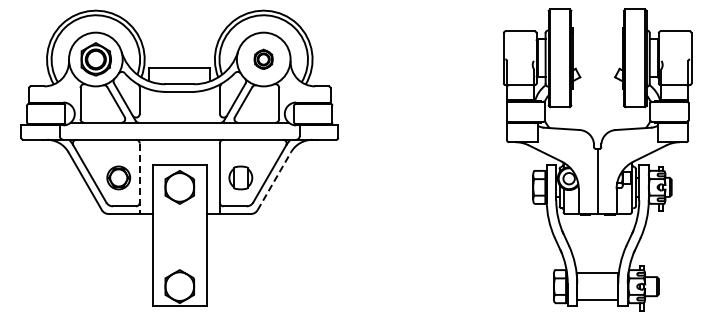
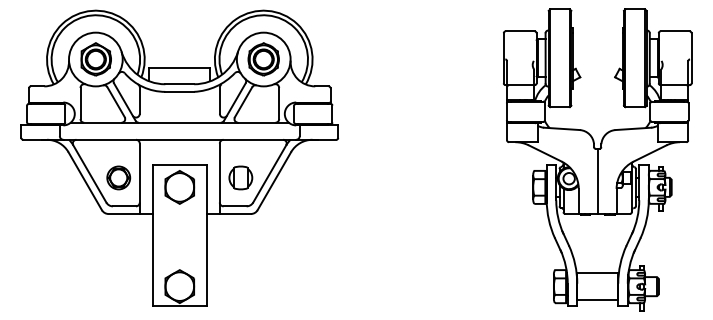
part at (263, 58) size: 21x22 px -> 33x35 px
line at (139, 179): dashed -> solid
line at (274, 180): dashed -> solid
